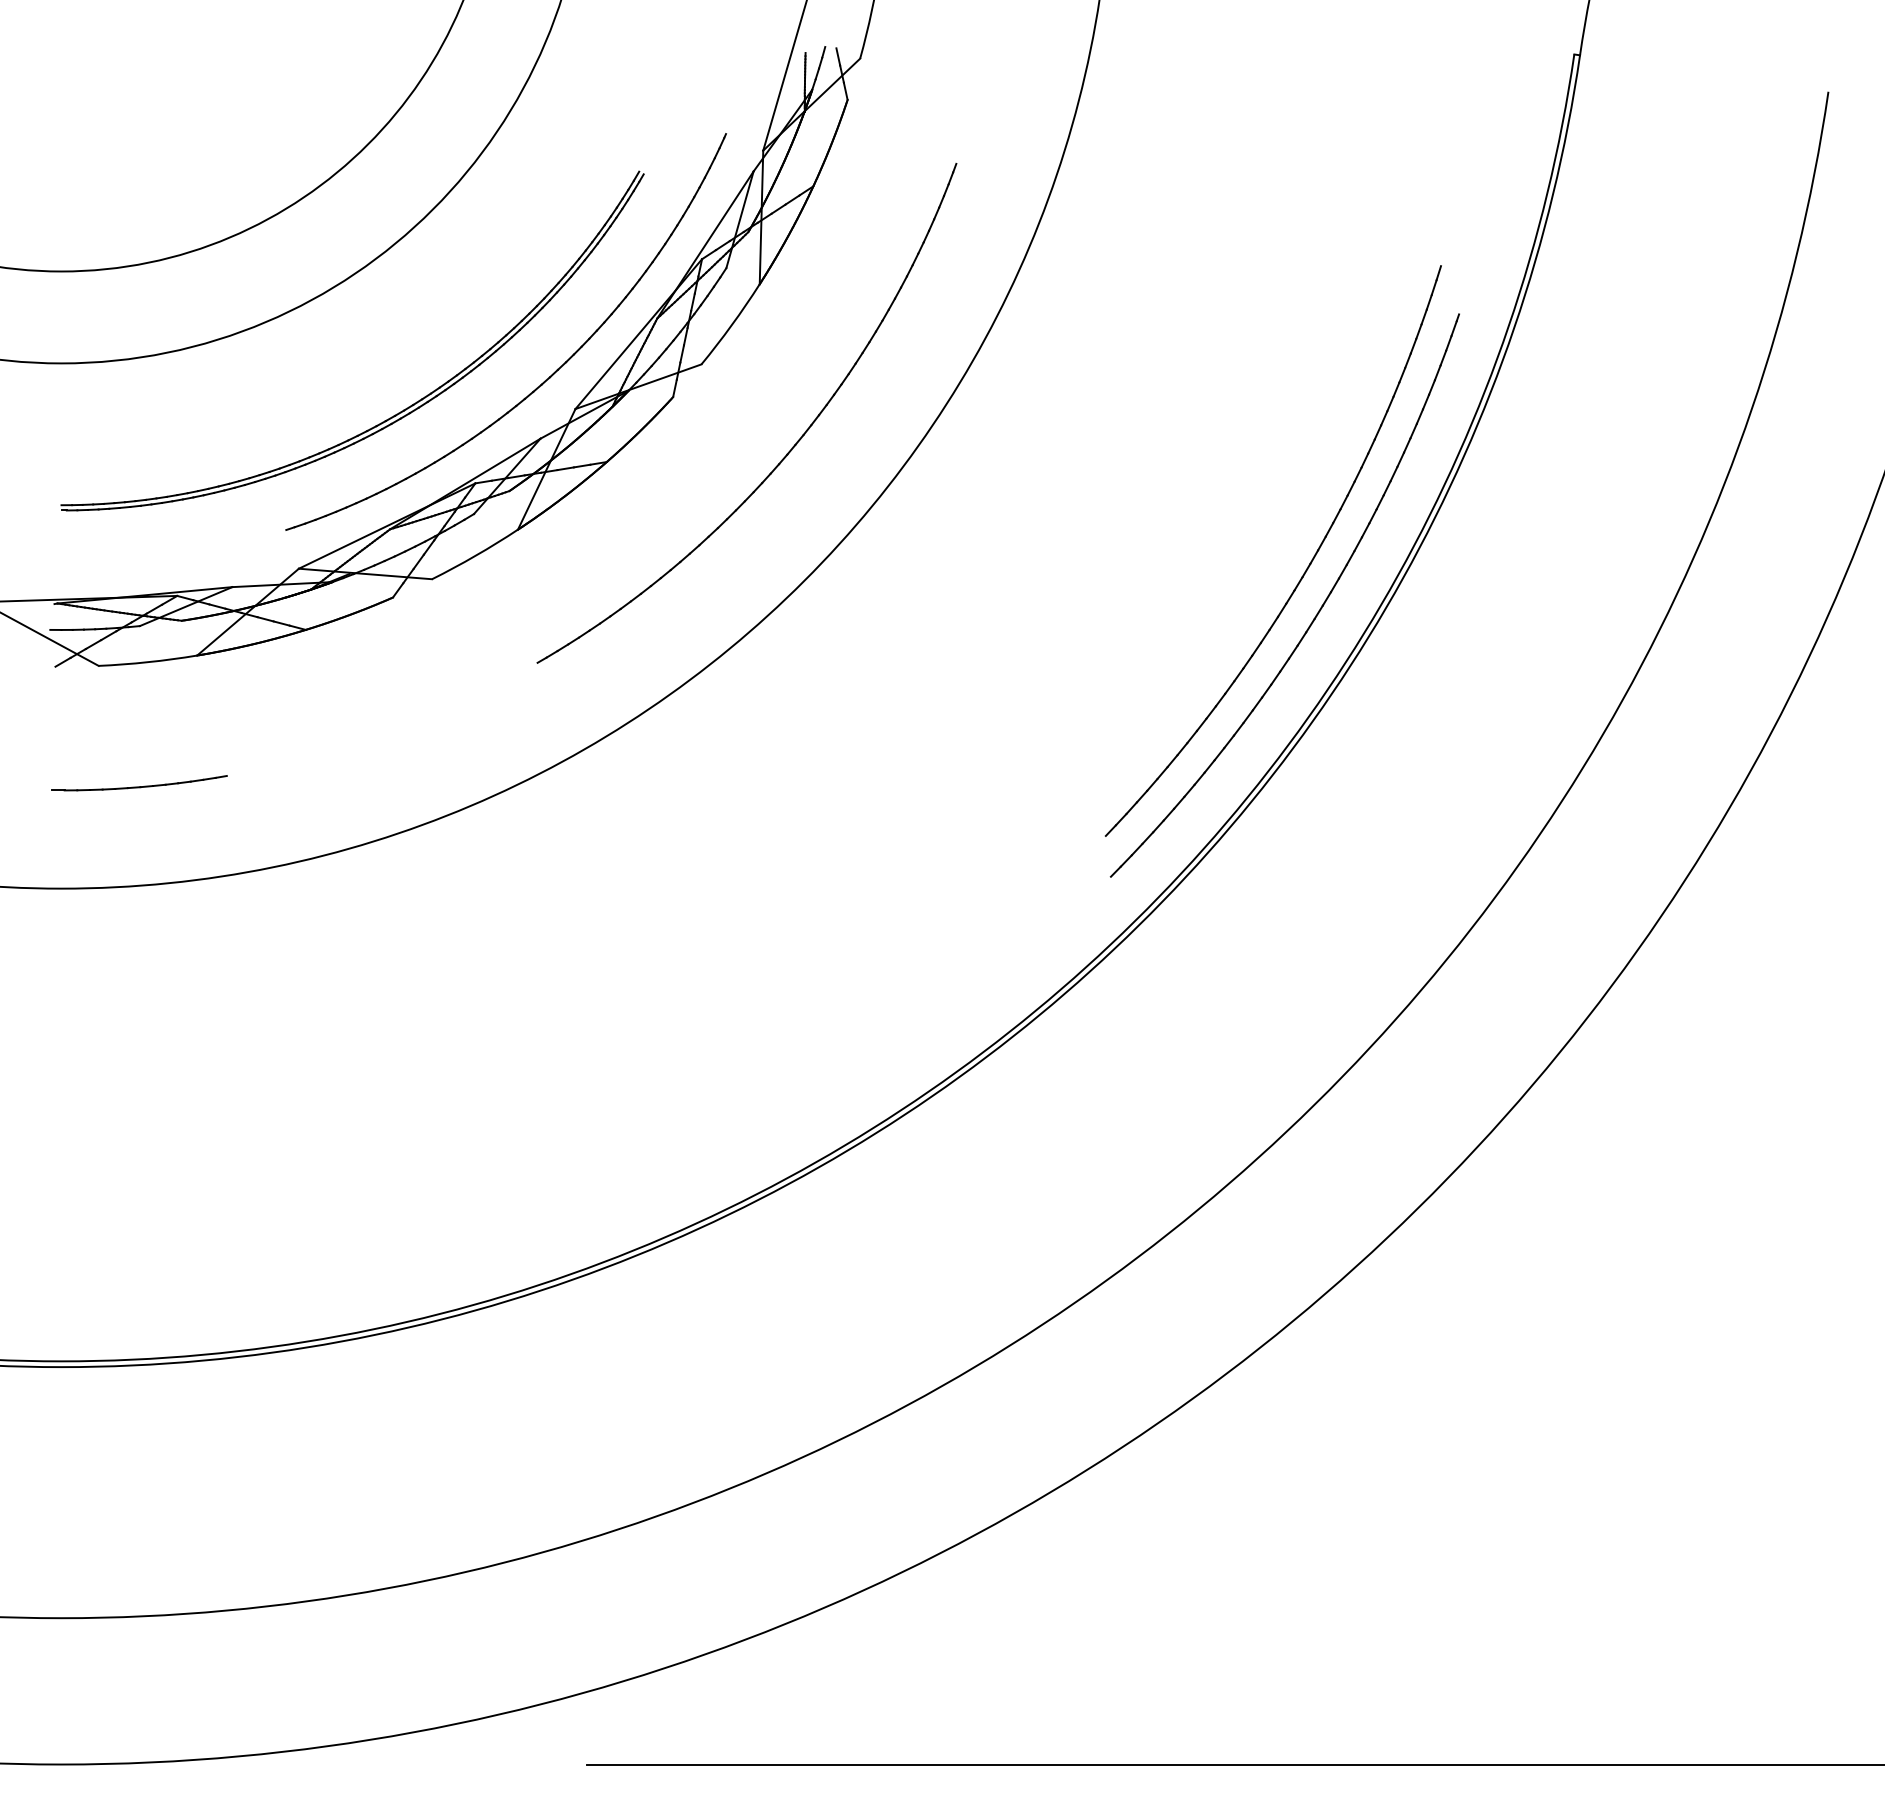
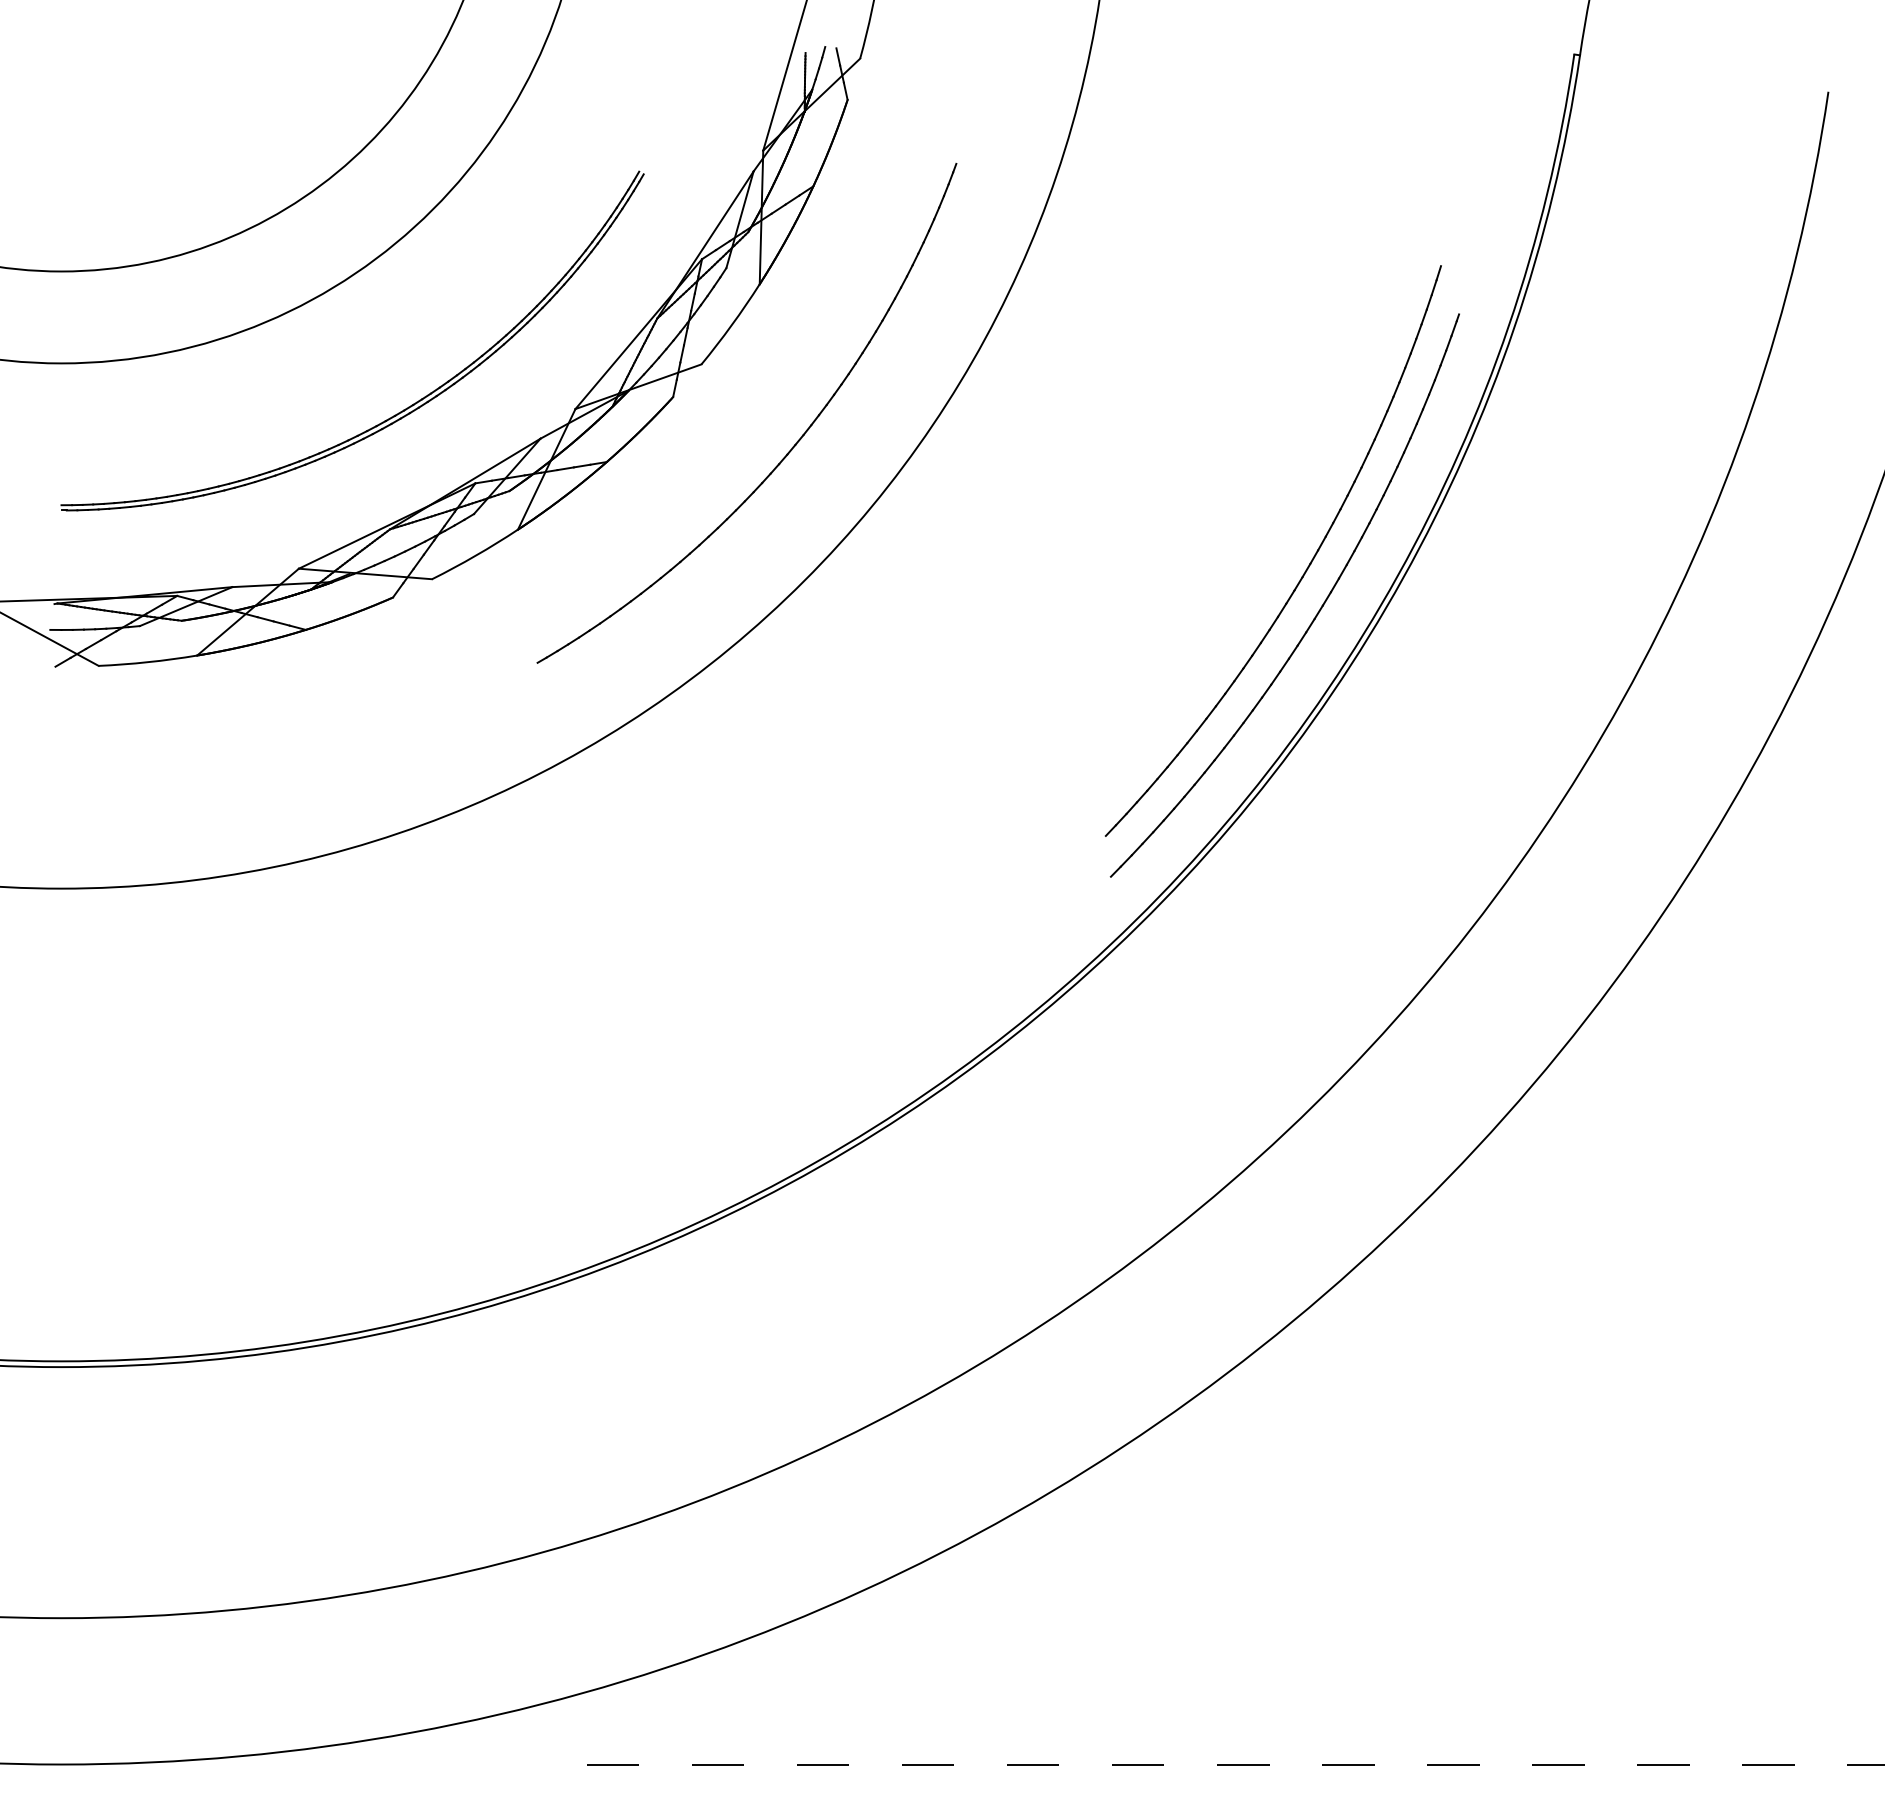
part at (544, 380): present -> none
part at (139, 783): present -> none
line at (1235, 1764): solid -> dashed
